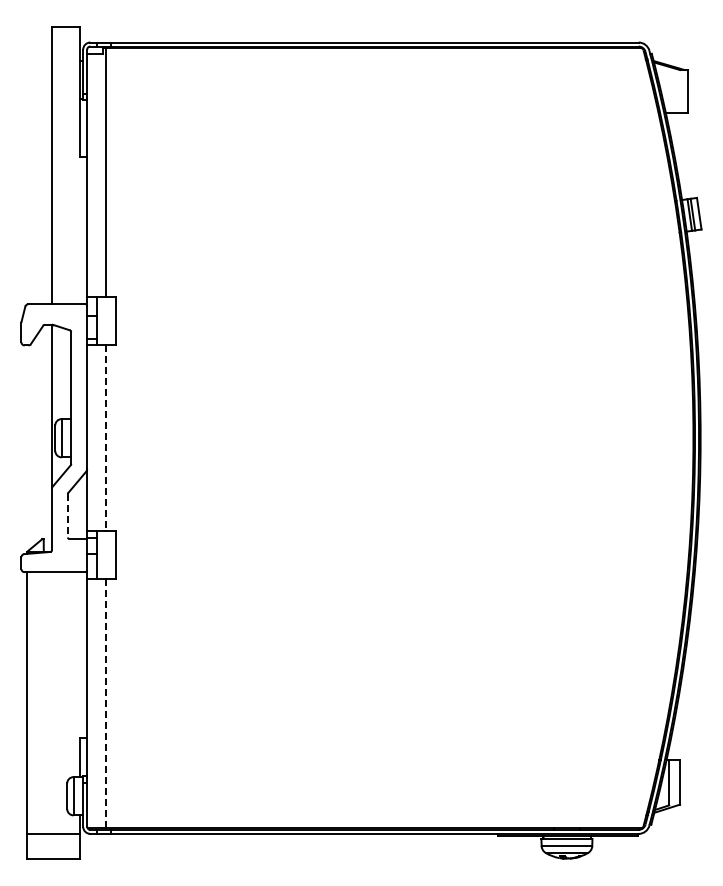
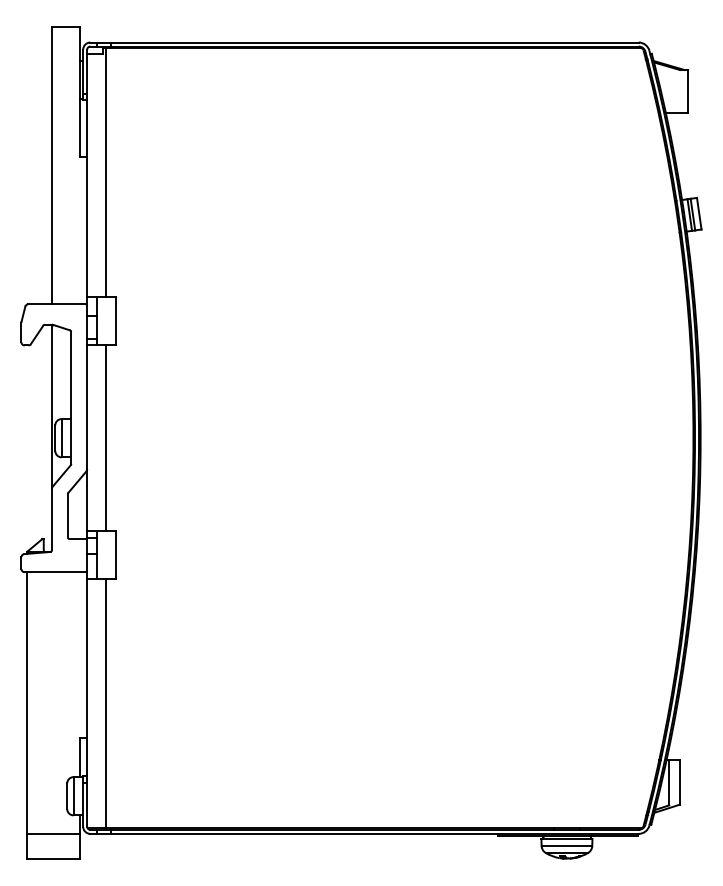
line at (106, 438): dashed -> solid
line at (67, 515): dashed -> solid
line at (106, 703): dashed -> solid
